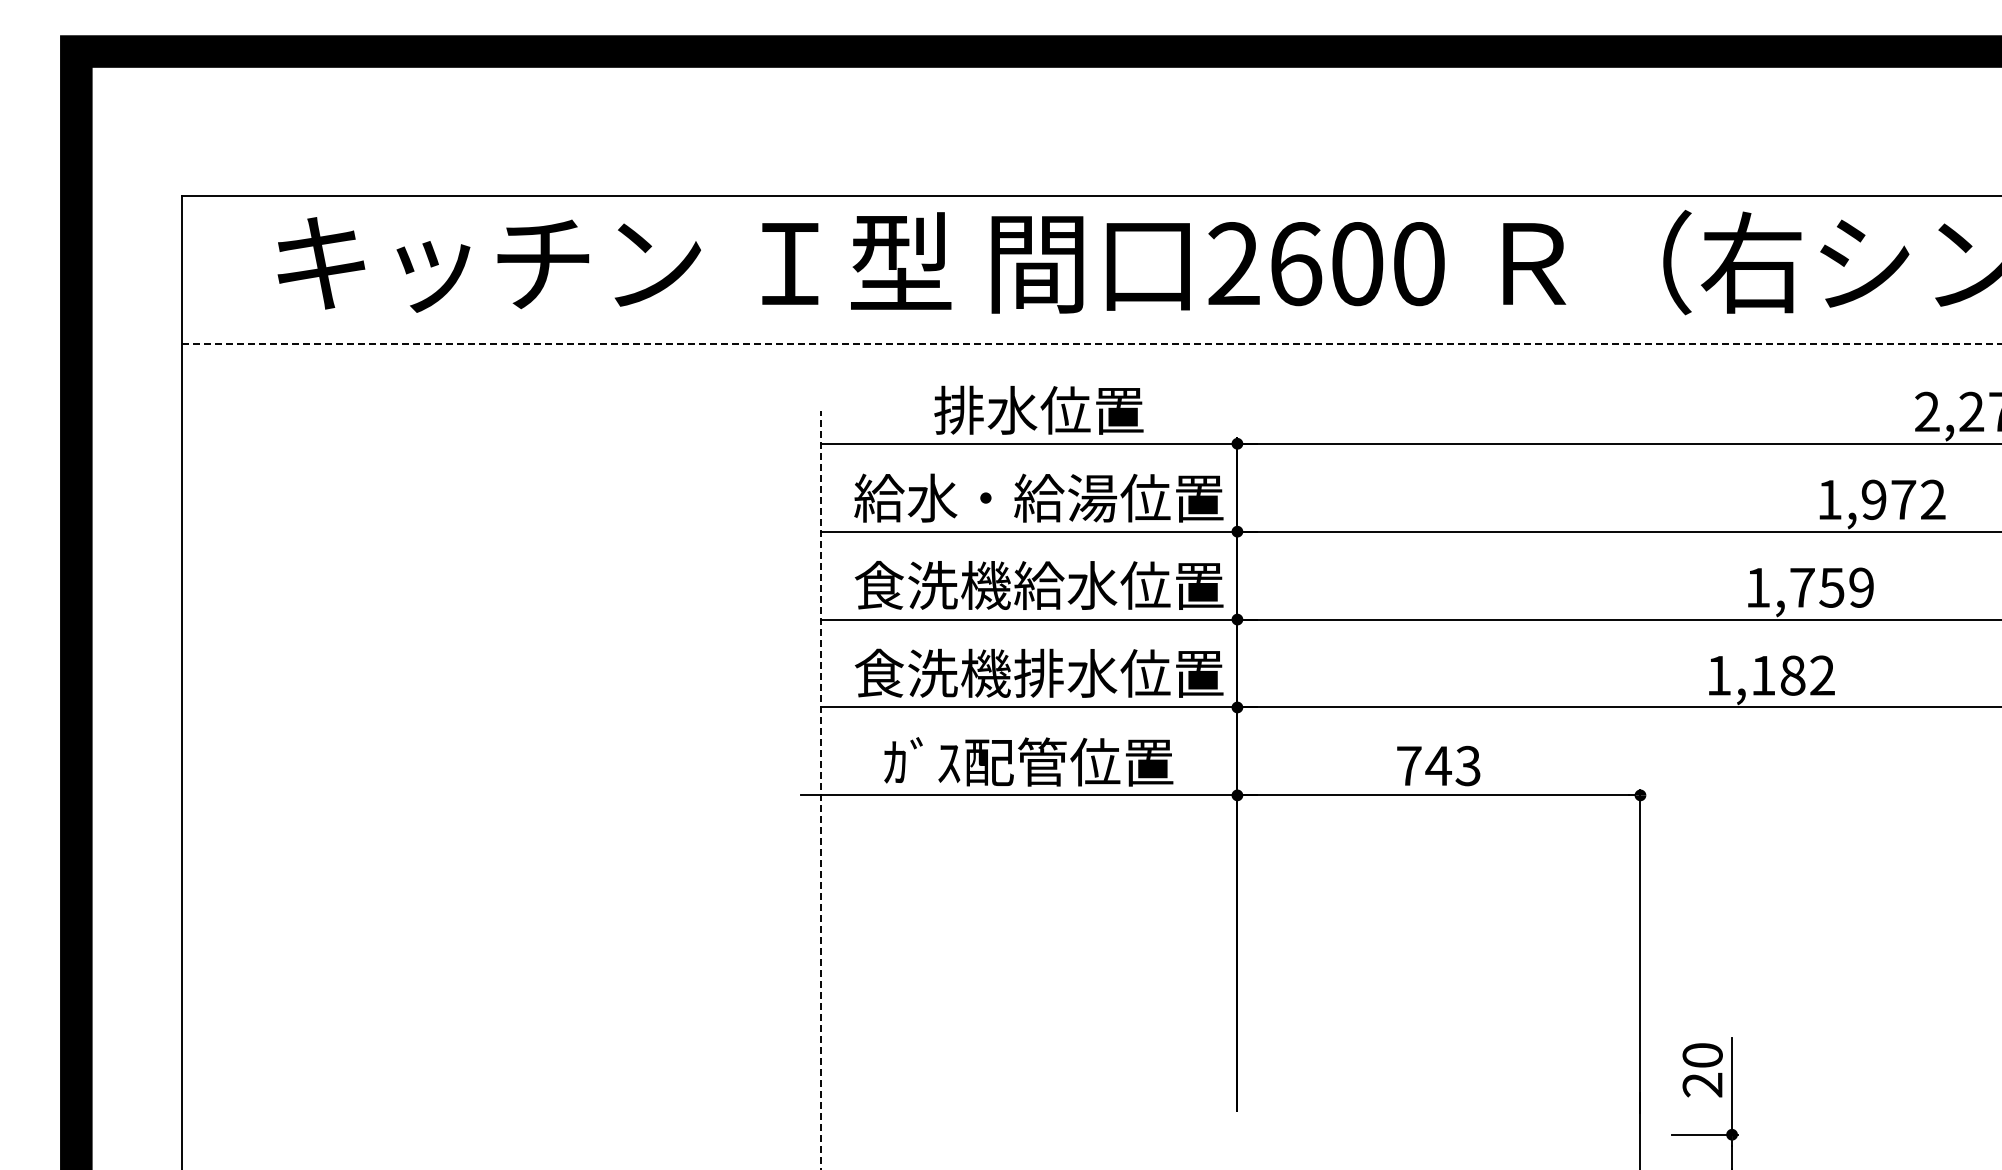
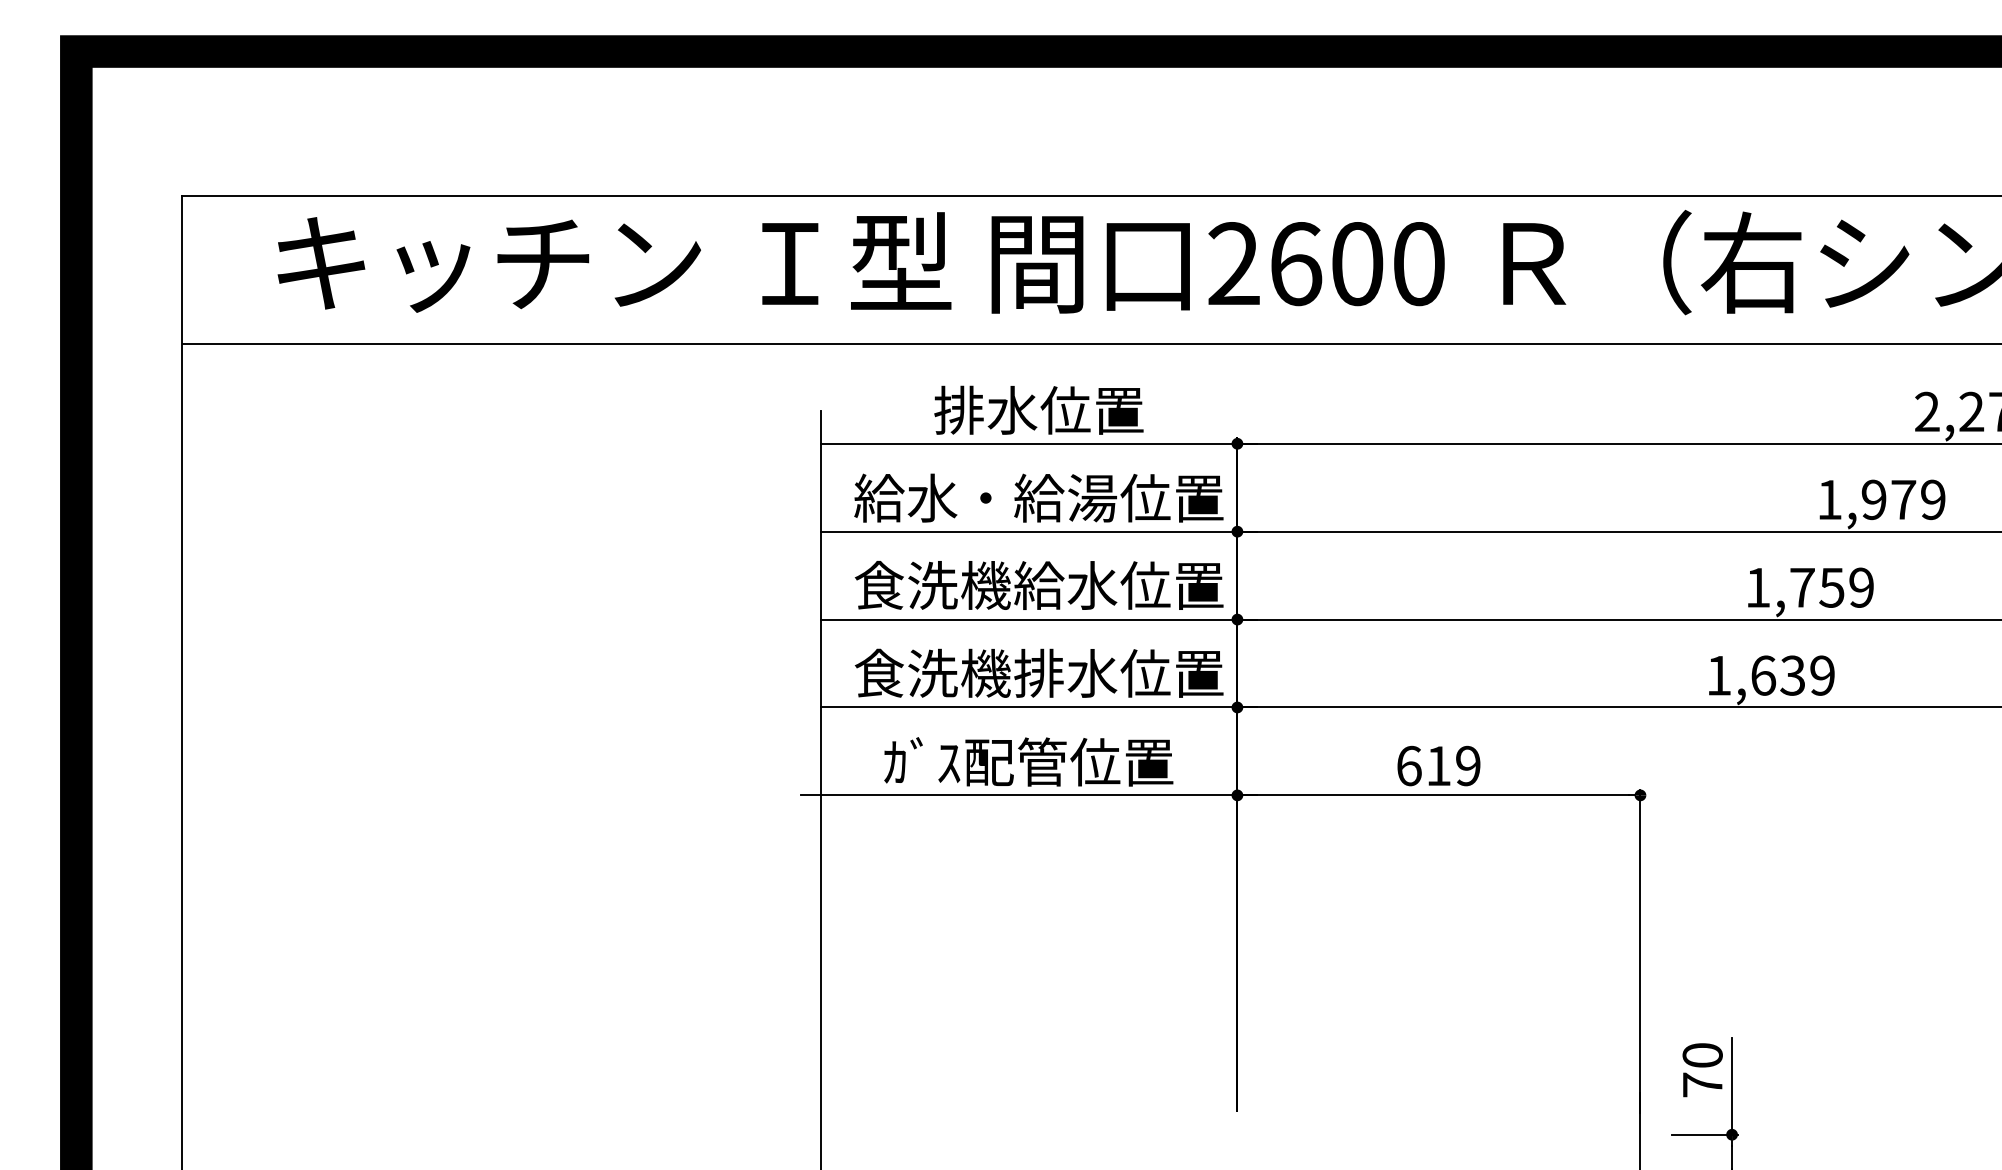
line at (1092, 343): dashed -> solid
text at (1933, 500): 1,972 -> 1,979
text at (1792, 675): 1,182 -> 1,639
text at (1438, 765): 743 -> 619
line at (820, 790): dashed -> solid
text at (1702, 1084): 20 -> 70
